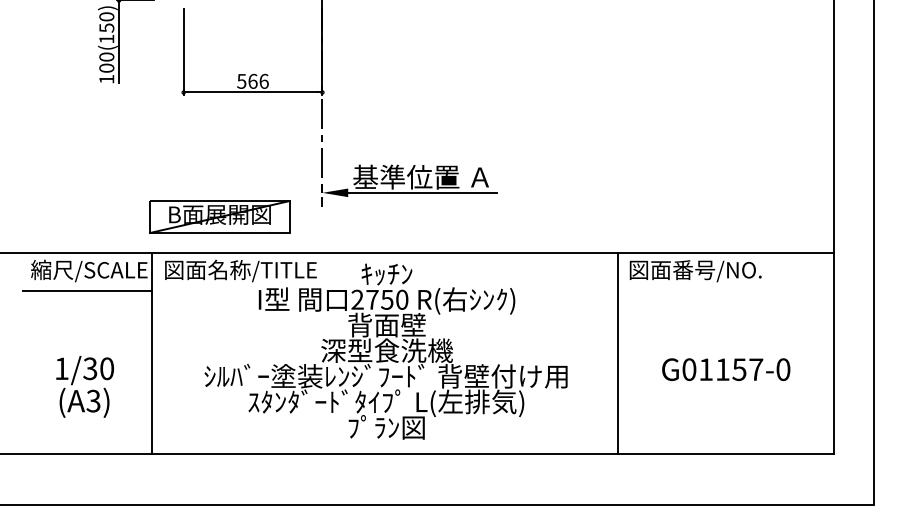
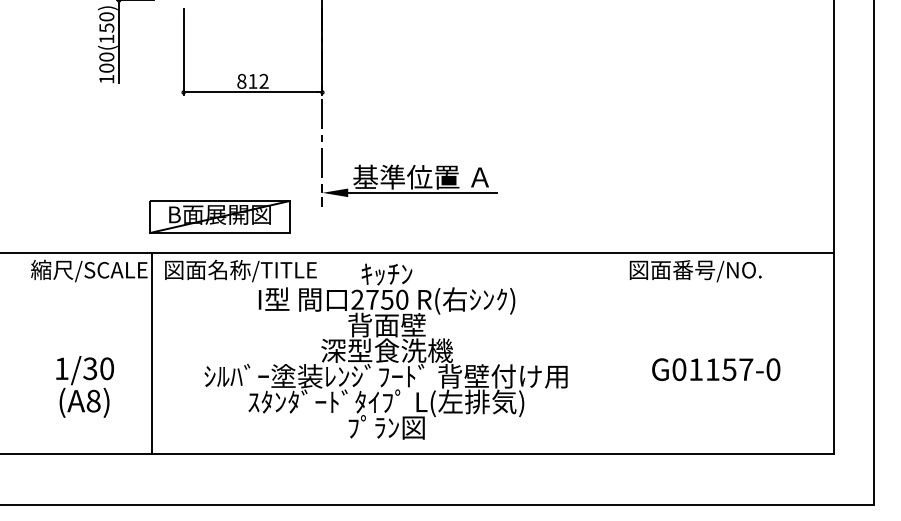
text at (252, 80): 566 -> 812
line at (87, 291): present -> none
line at (618, 353): present -> none
text at (726, 369) position: (726, 369) -> (716, 369)
text at (93, 400): (A3) -> (A8)
